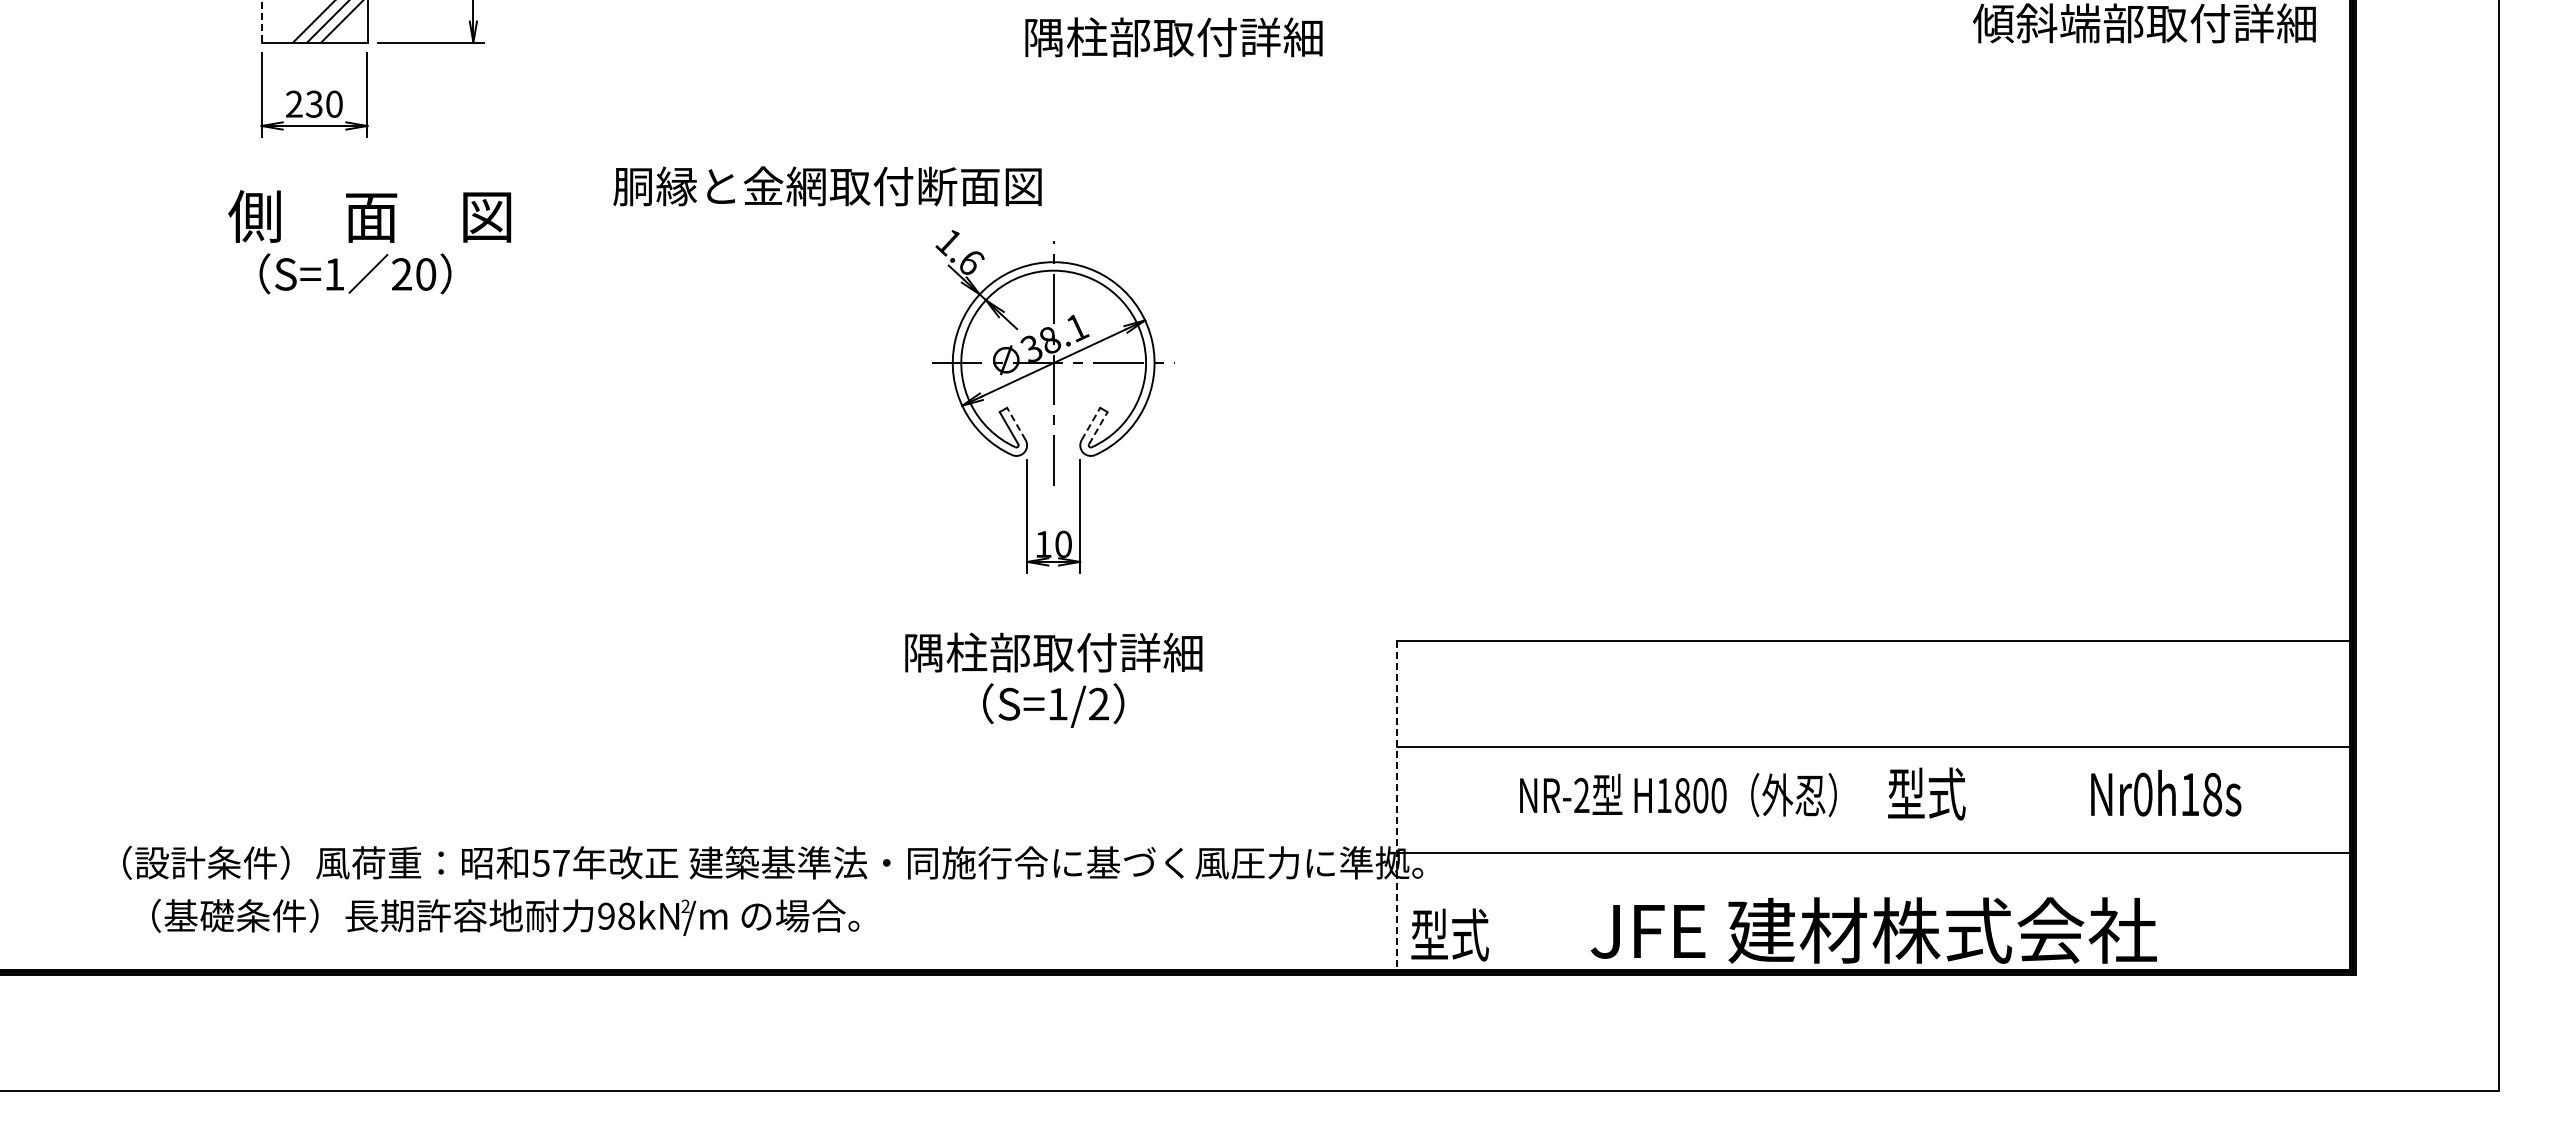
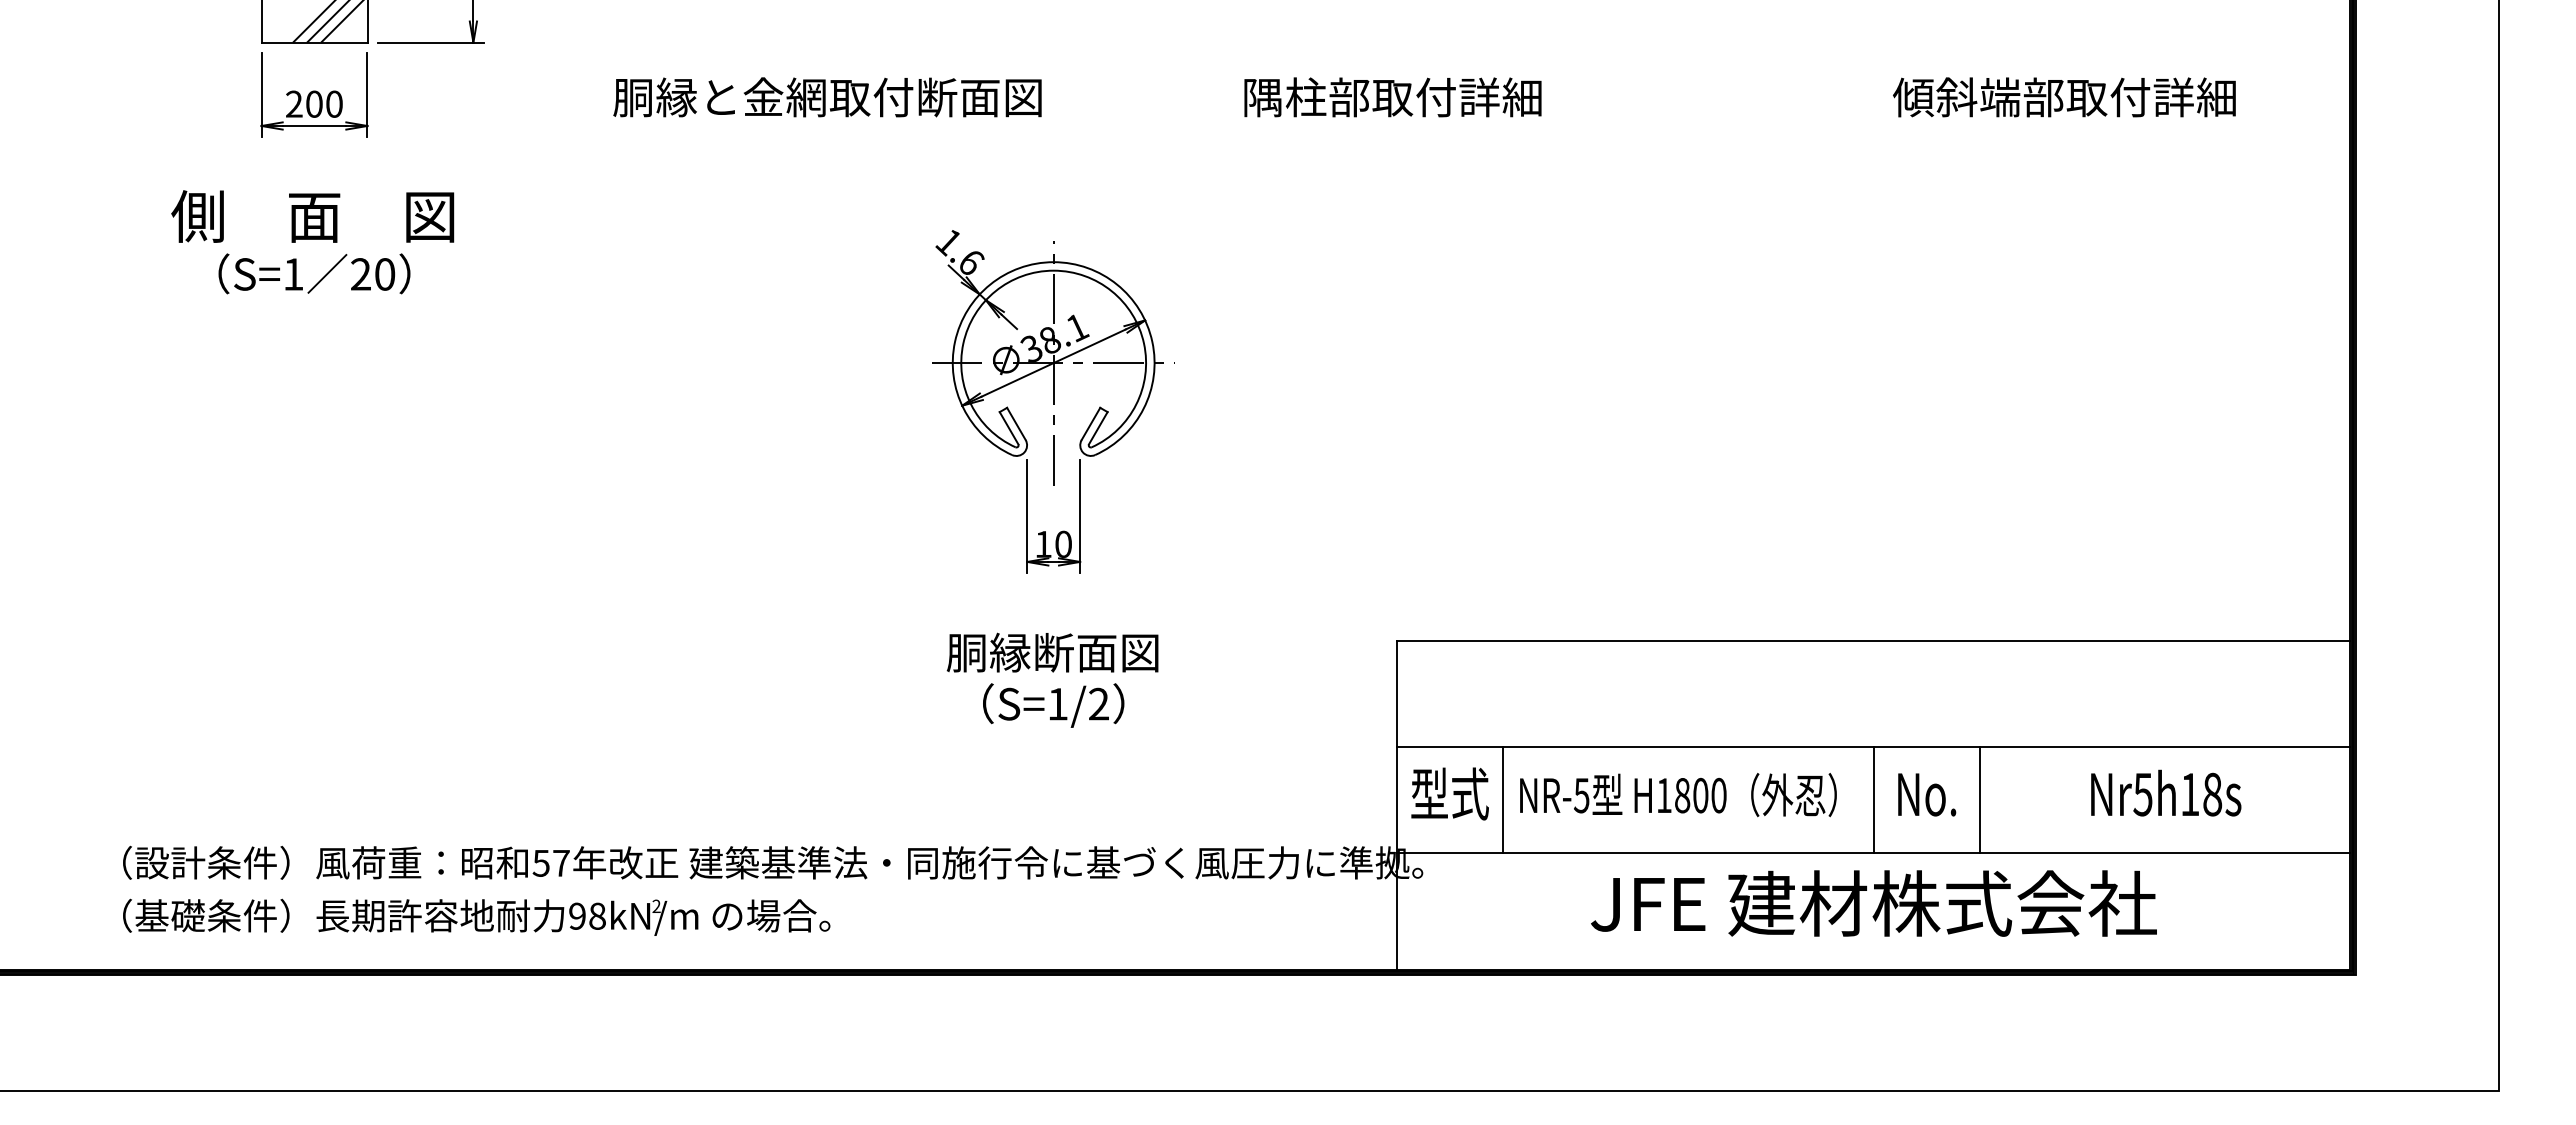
line at (261, 21): dashed -> solid
text at (2144, 23) position: (2144, 23) -> (2064, 97)
text at (1173, 37) position: (1173, 37) -> (1392, 97)
text at (313, 103): 230 -> 200
text at (827, 186) position: (827, 186) -> (827, 97)
text at (369, 216) position: (369, 216) -> (312, 216)
text at (355, 273) position: (355, 273) -> (314, 273)
line at (1016, 423): dashed -> solid
line at (1090, 423): dashed -> solid
line at (1098, 428): dashed -> solid
text at (1053, 652): 隅柱部取付詳細 -> 胴縁断面図
text at (1926, 793): 型式 -> No.
text at (2142, 794): Nr0h18s -> Nr5h18s
text at (1581, 795): NR-2 -> NR-5
line at (1502, 800): none -> present
line at (1873, 800): none -> present
line at (1979, 800): none -> present
line at (1396, 805): dashed -> solid
text at (505, 916) position: (505, 916) -> (476, 916)
text at (1873, 930) position: (1873, 930) -> (1873, 903)
text at (1449, 934) position: (1449, 934) -> (1449, 793)
